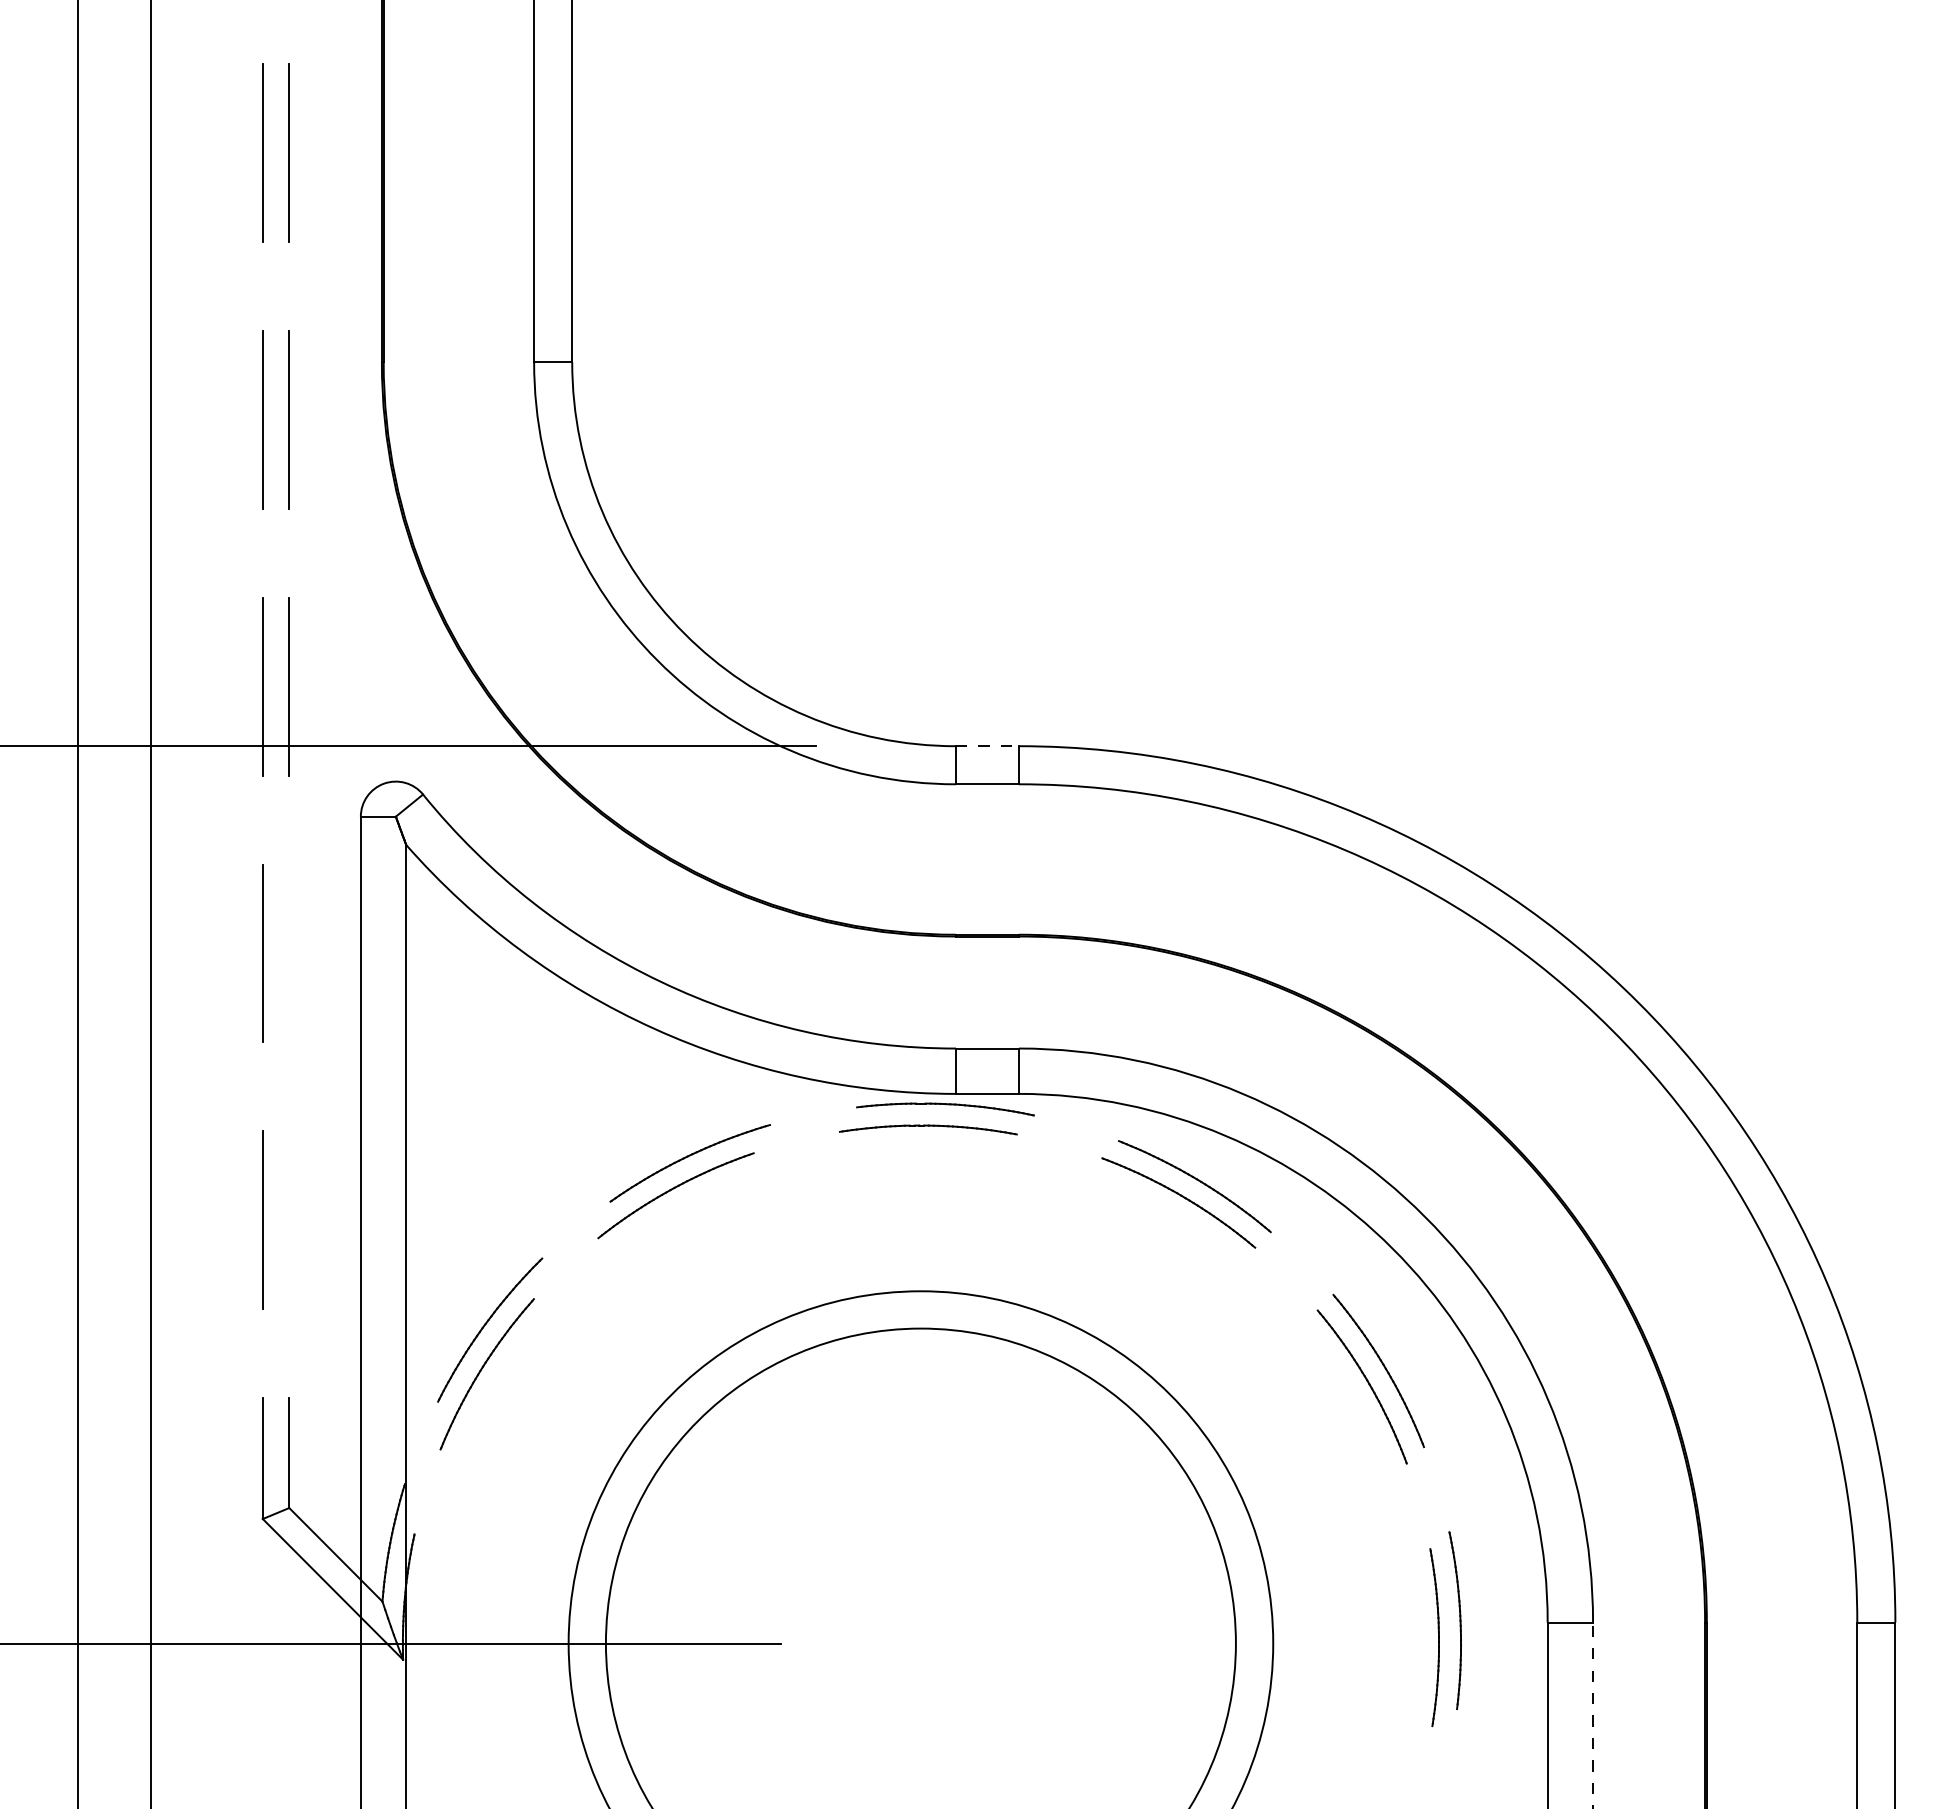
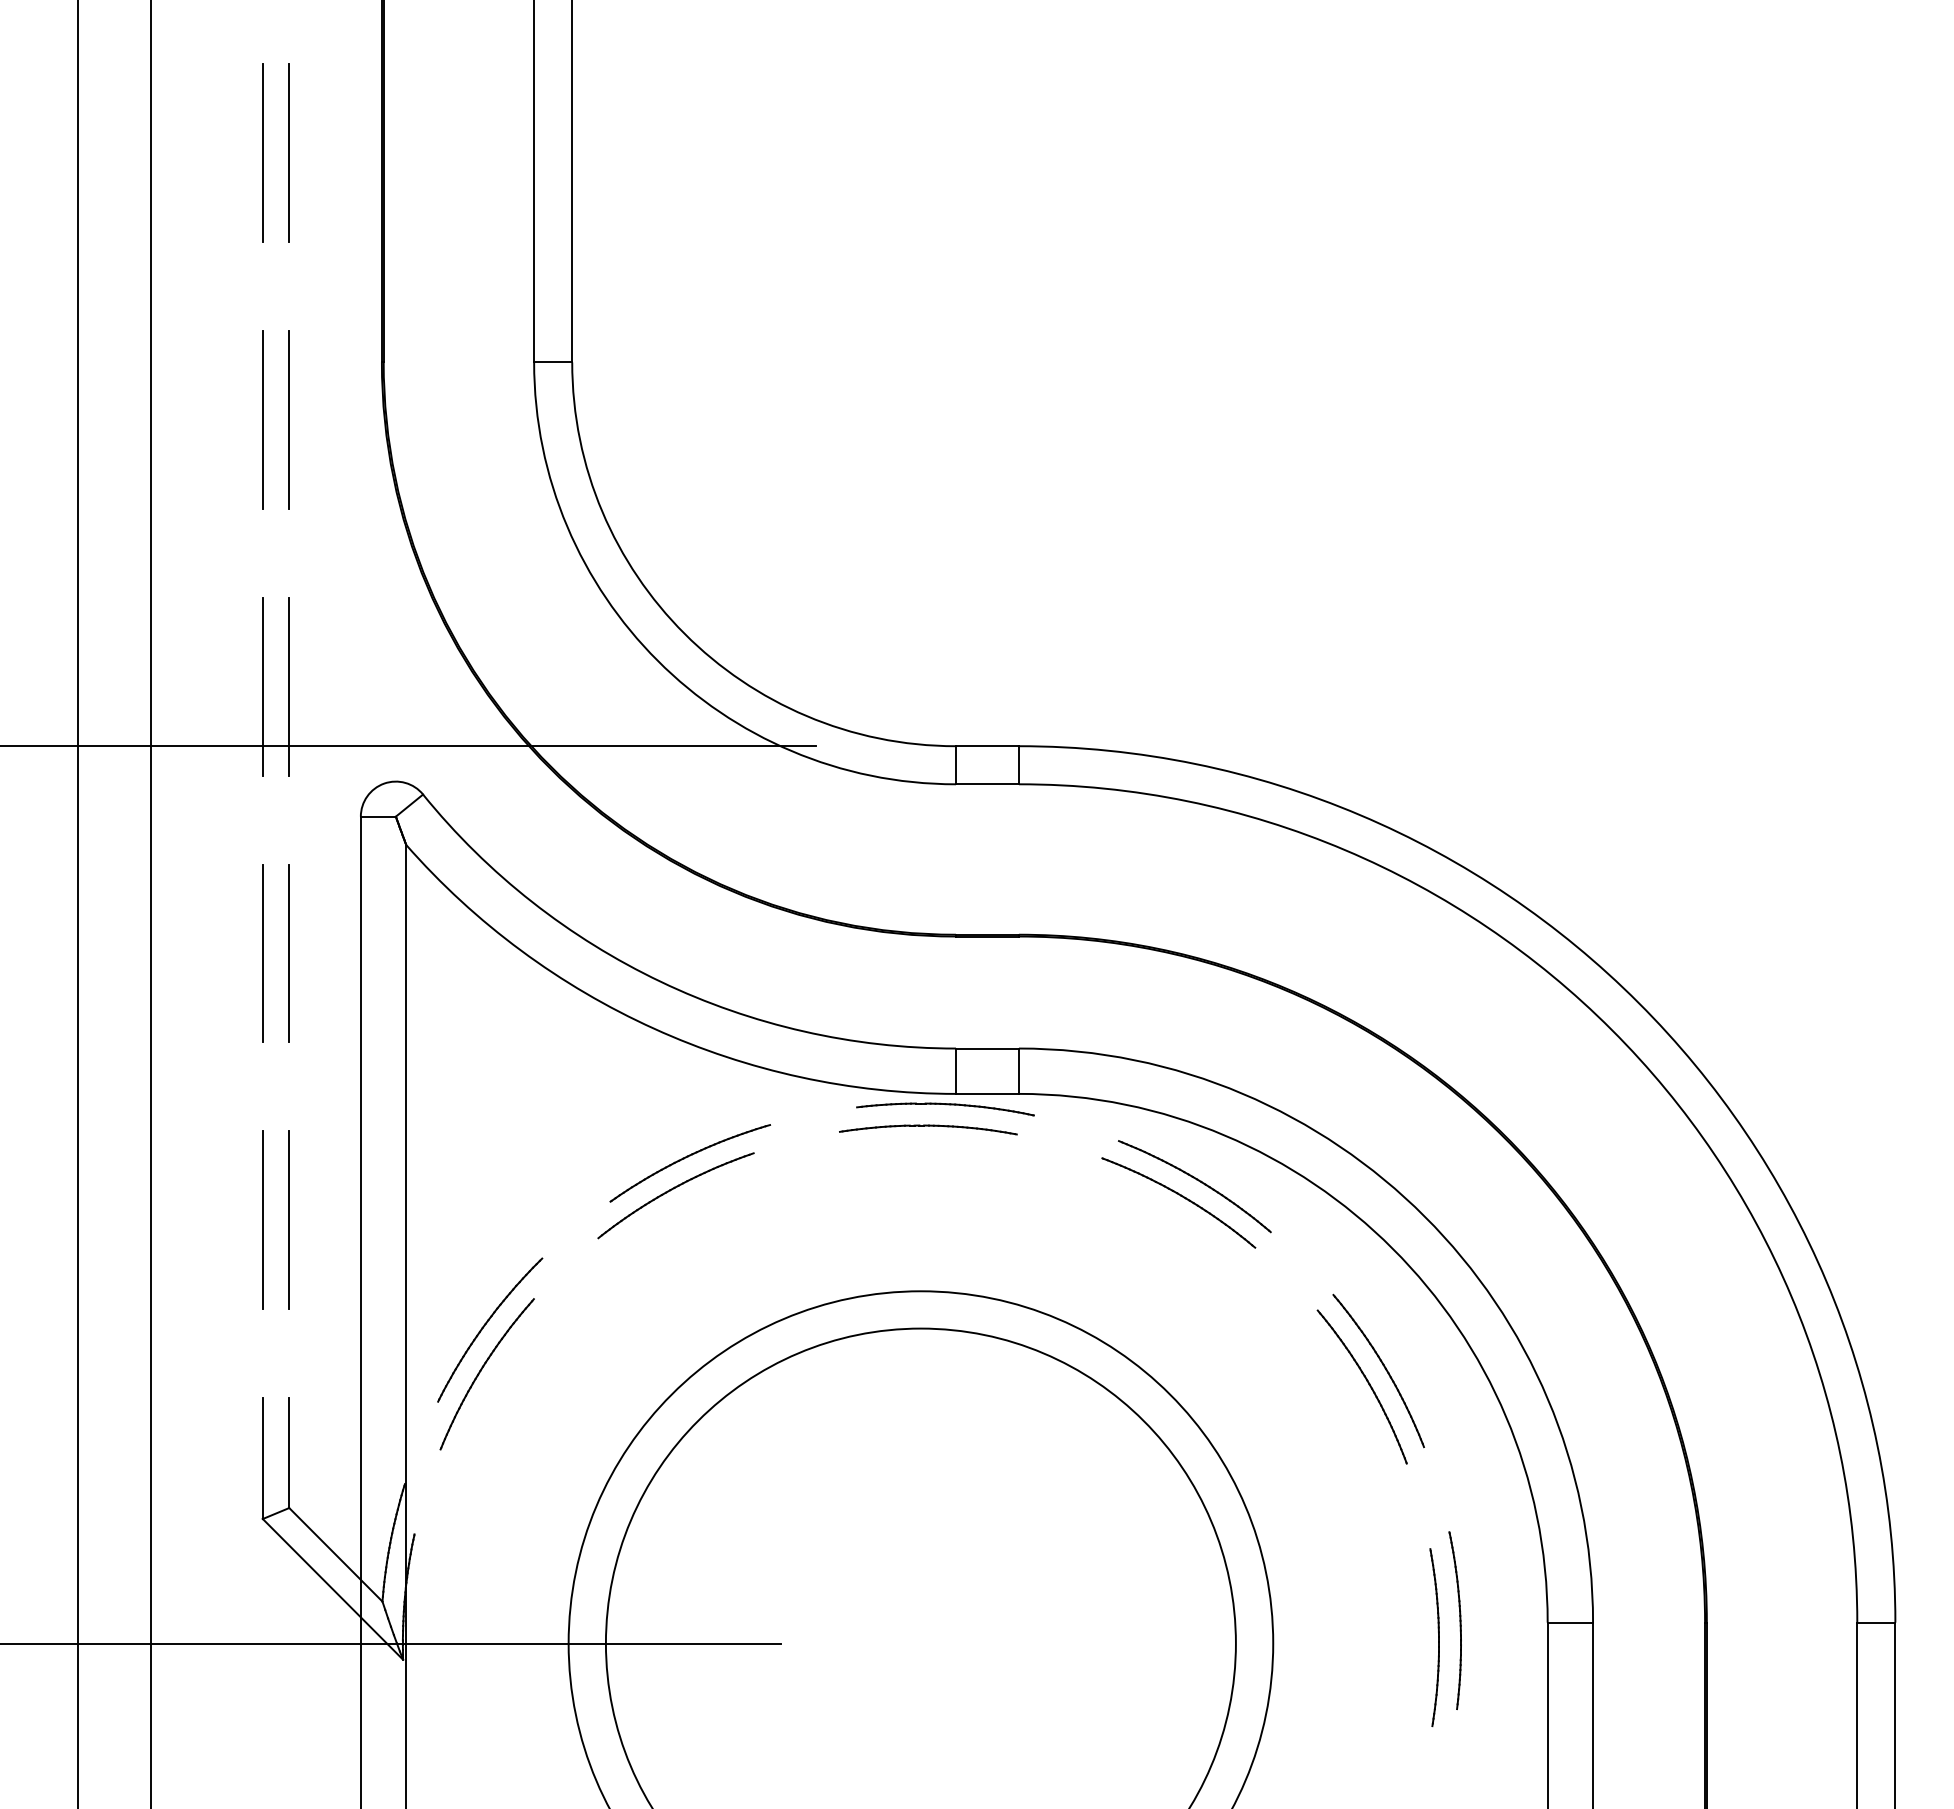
line at (987, 746): dashed -> solid
line at (289, 953): none -> present
line at (289, 1220): none -> present
line at (1593, 1715): dashed -> solid
